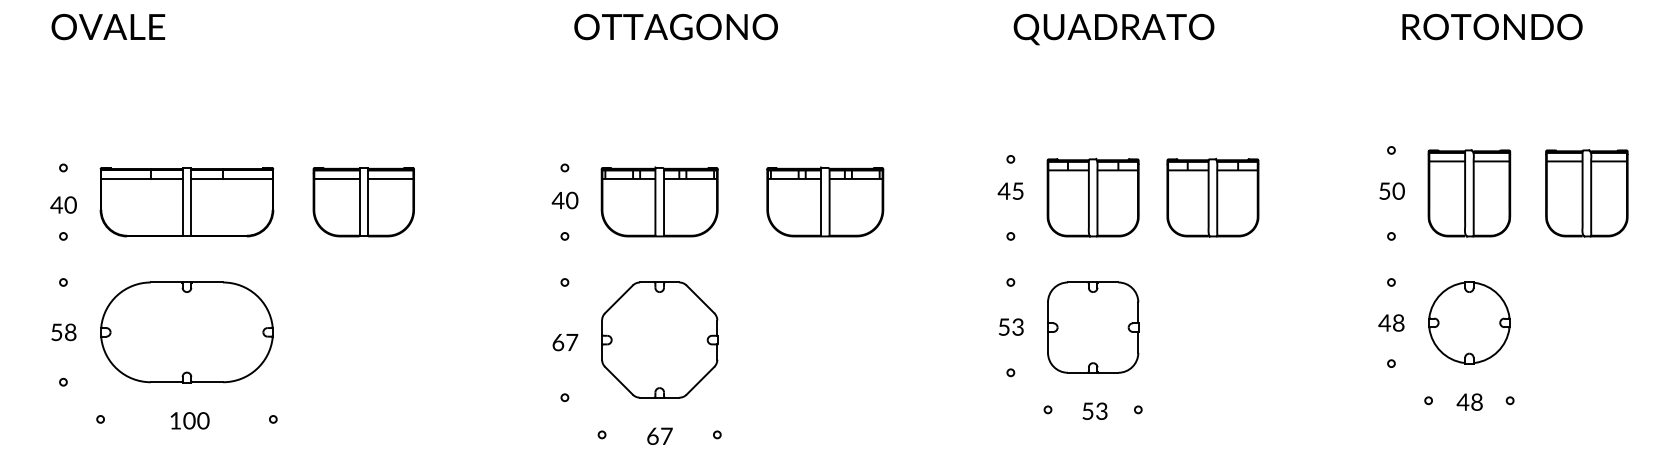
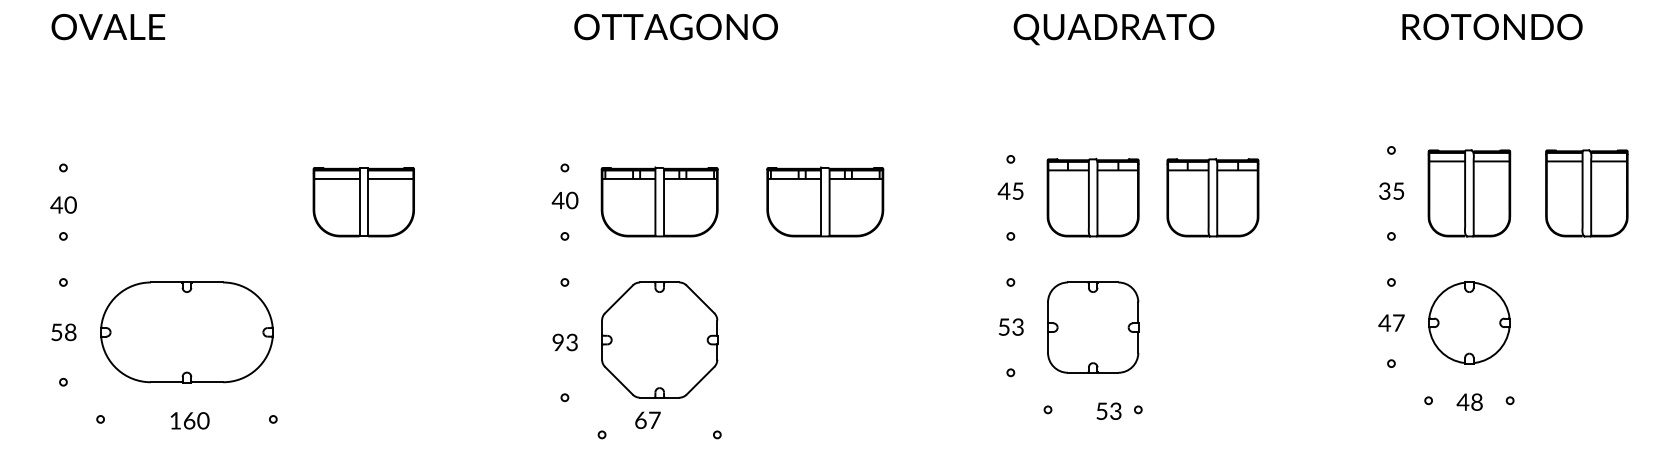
text at (1391, 190): 50 -> 35
part at (186, 202): present -> none
text at (1398, 322): 48 -> 47
text at (565, 342): 67 -> 93
text at (1094, 410) position: (1094, 410) -> (1108, 410)
text at (189, 420): 100 -> 160
text at (659, 435) position: (659, 435) -> (647, 419)
